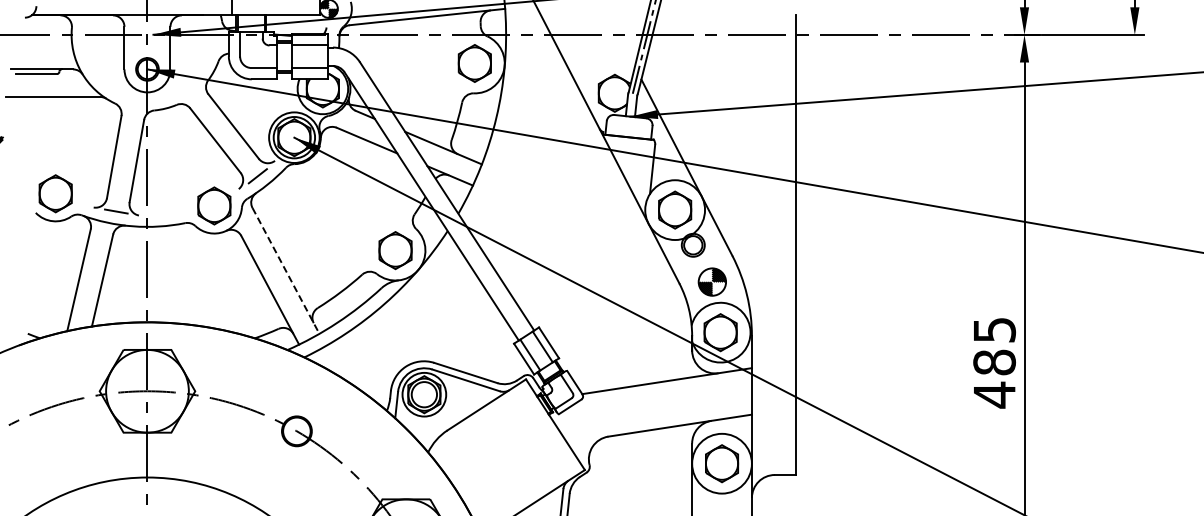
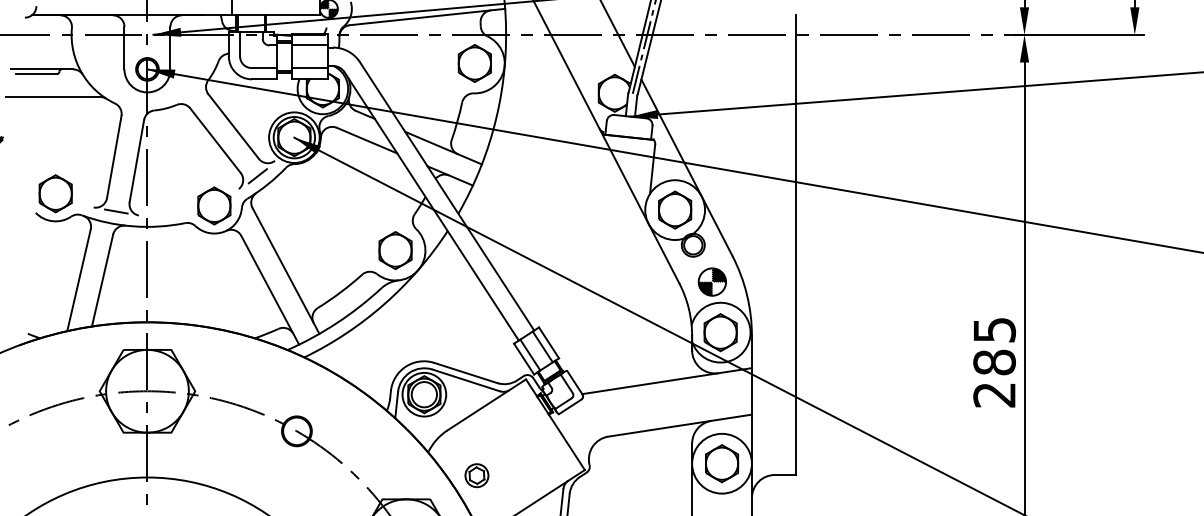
line at (617, 34): none -> present
line at (286, 271): dashed -> solid
text at (994, 394): 485 -> 285
part at (476, 475): none -> present
